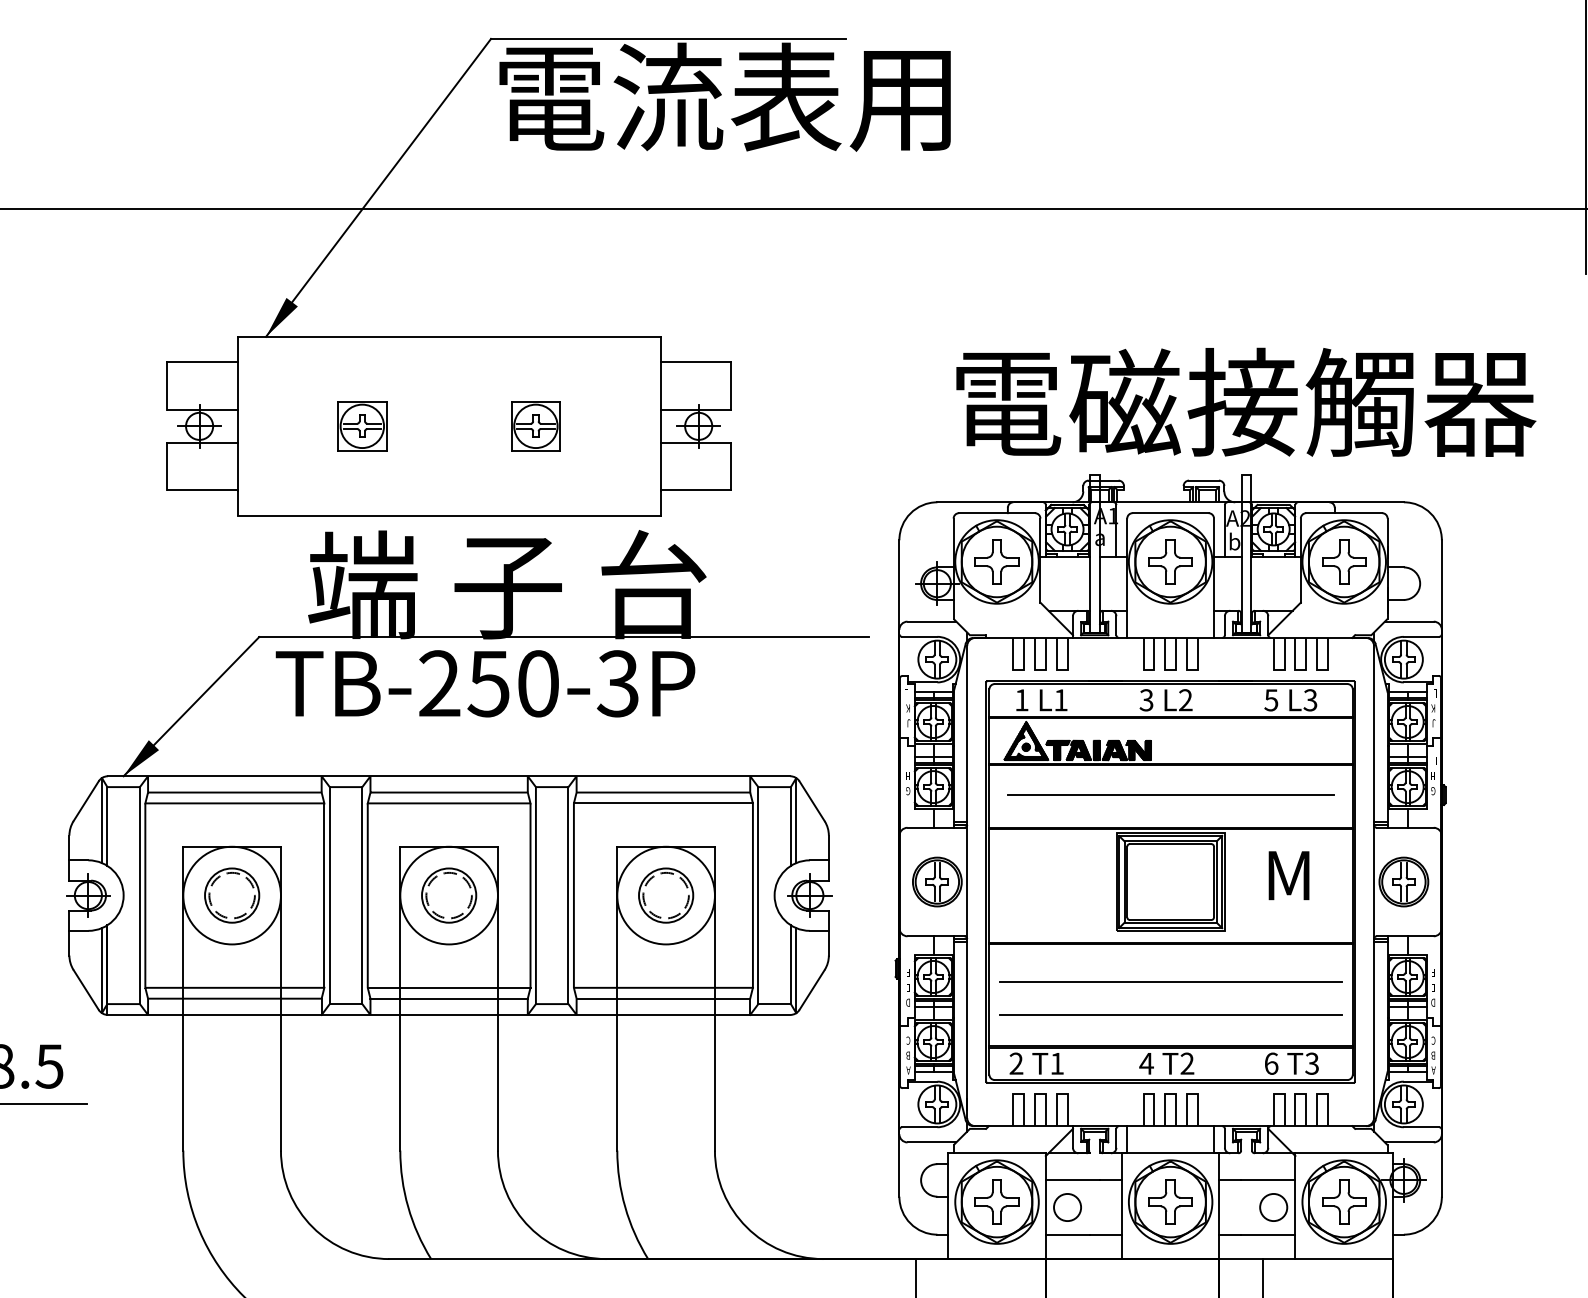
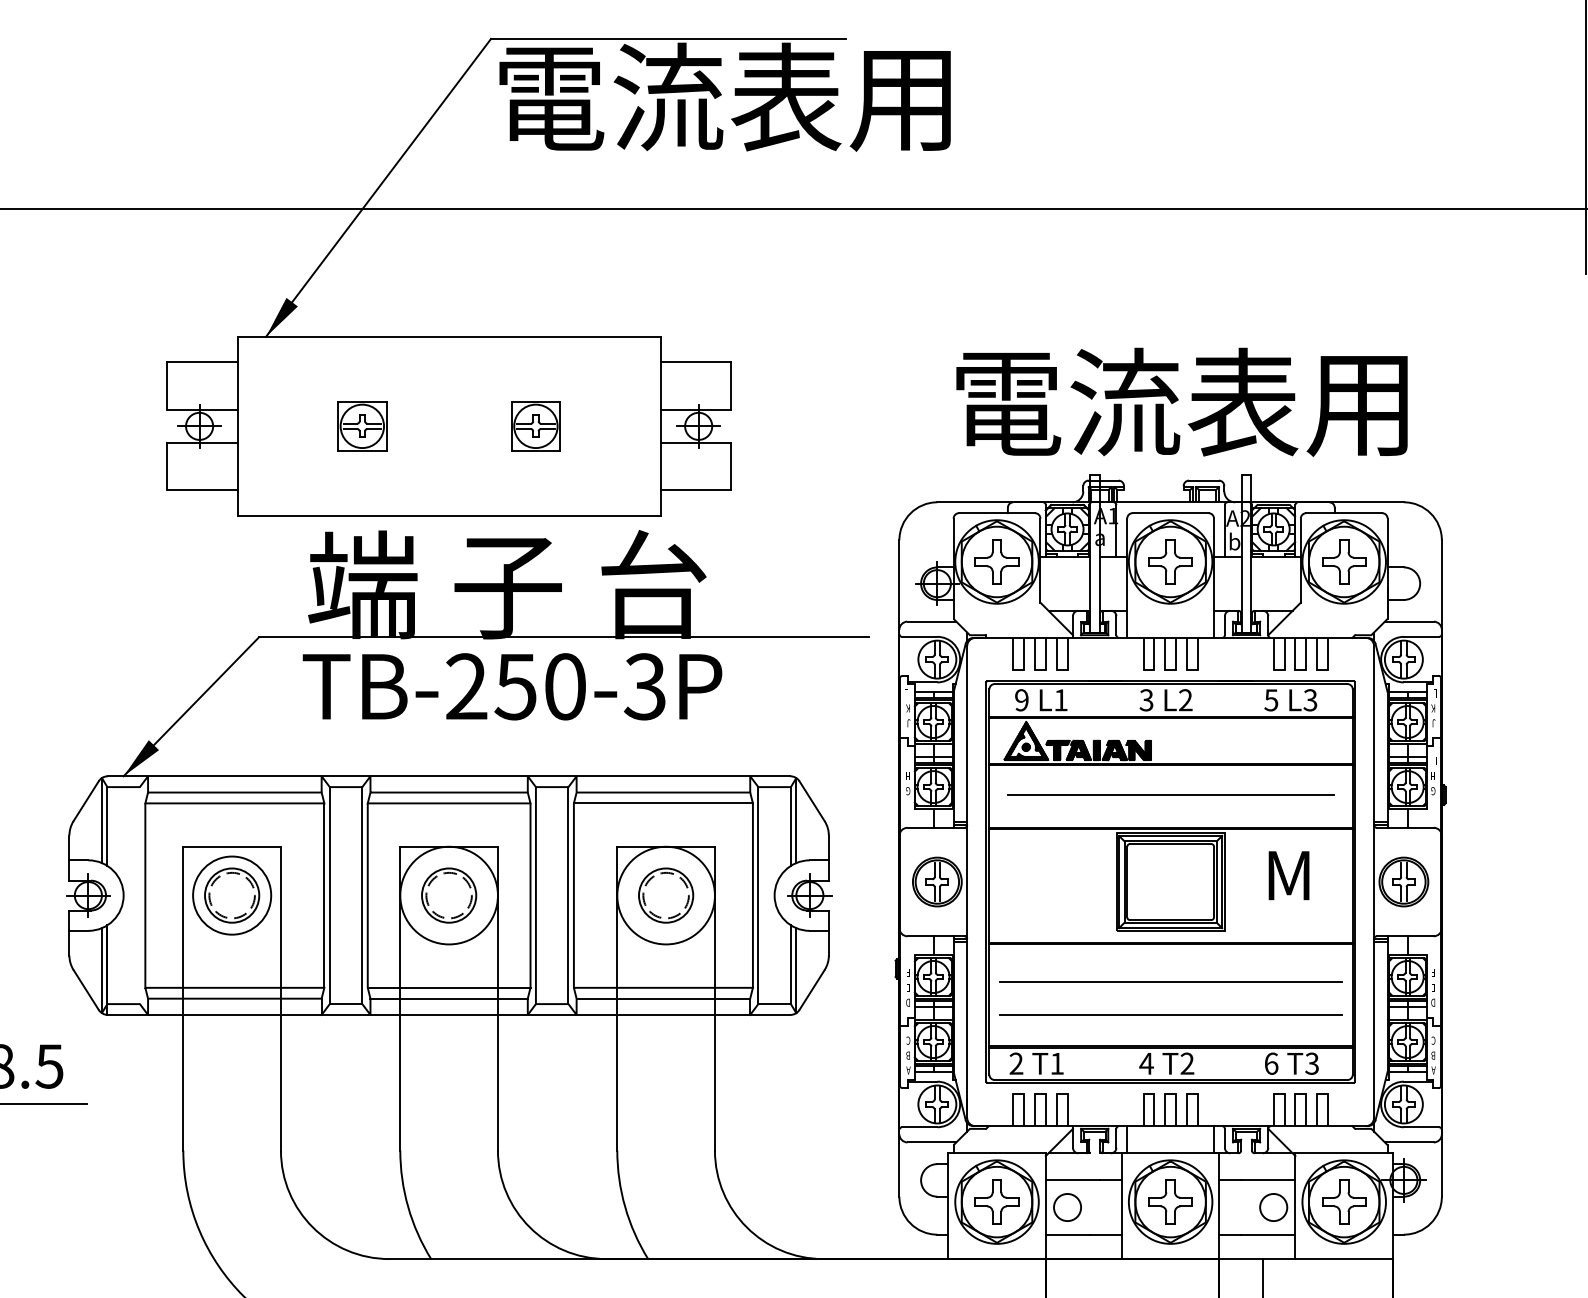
text at (1302, 401): 電磁接觸器 -> 電流表用
text at (485, 683) position: (485, 683) -> (512, 686)
text at (1021, 700): 1 -> 9
line at (139, 895): present -> none
circle at (231, 895) diameter: 98 px -> 78 px
line at (915, 1276): present -> none
